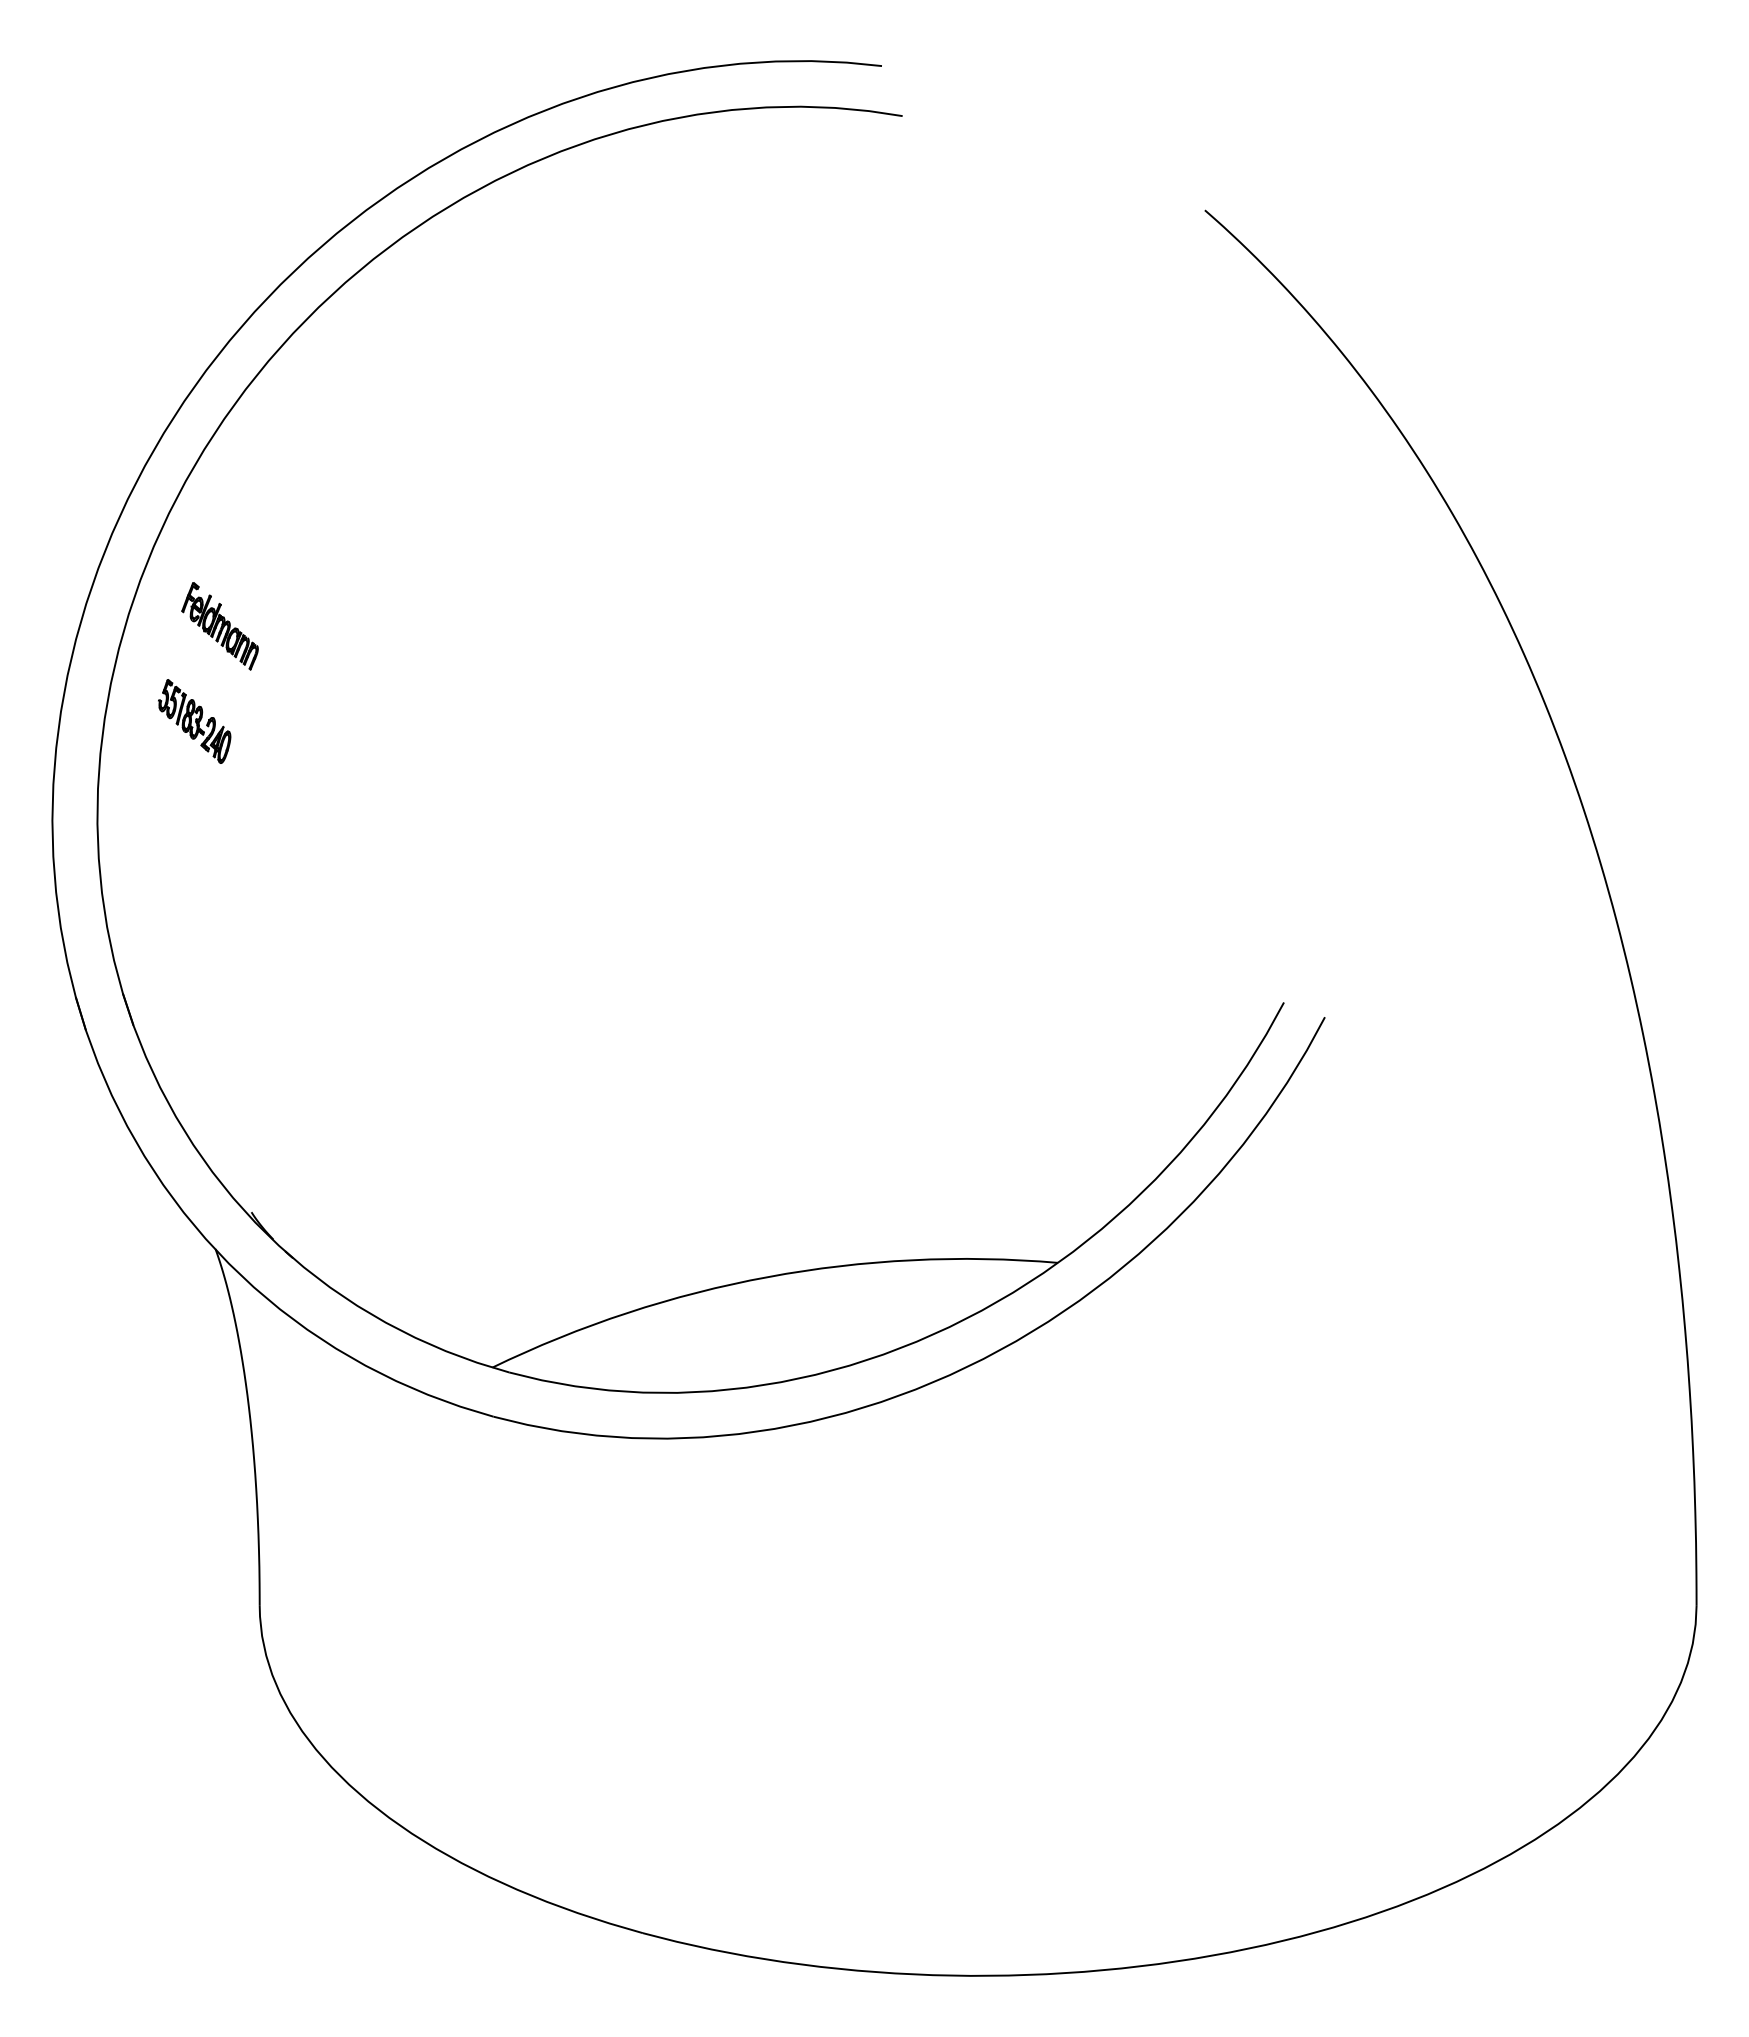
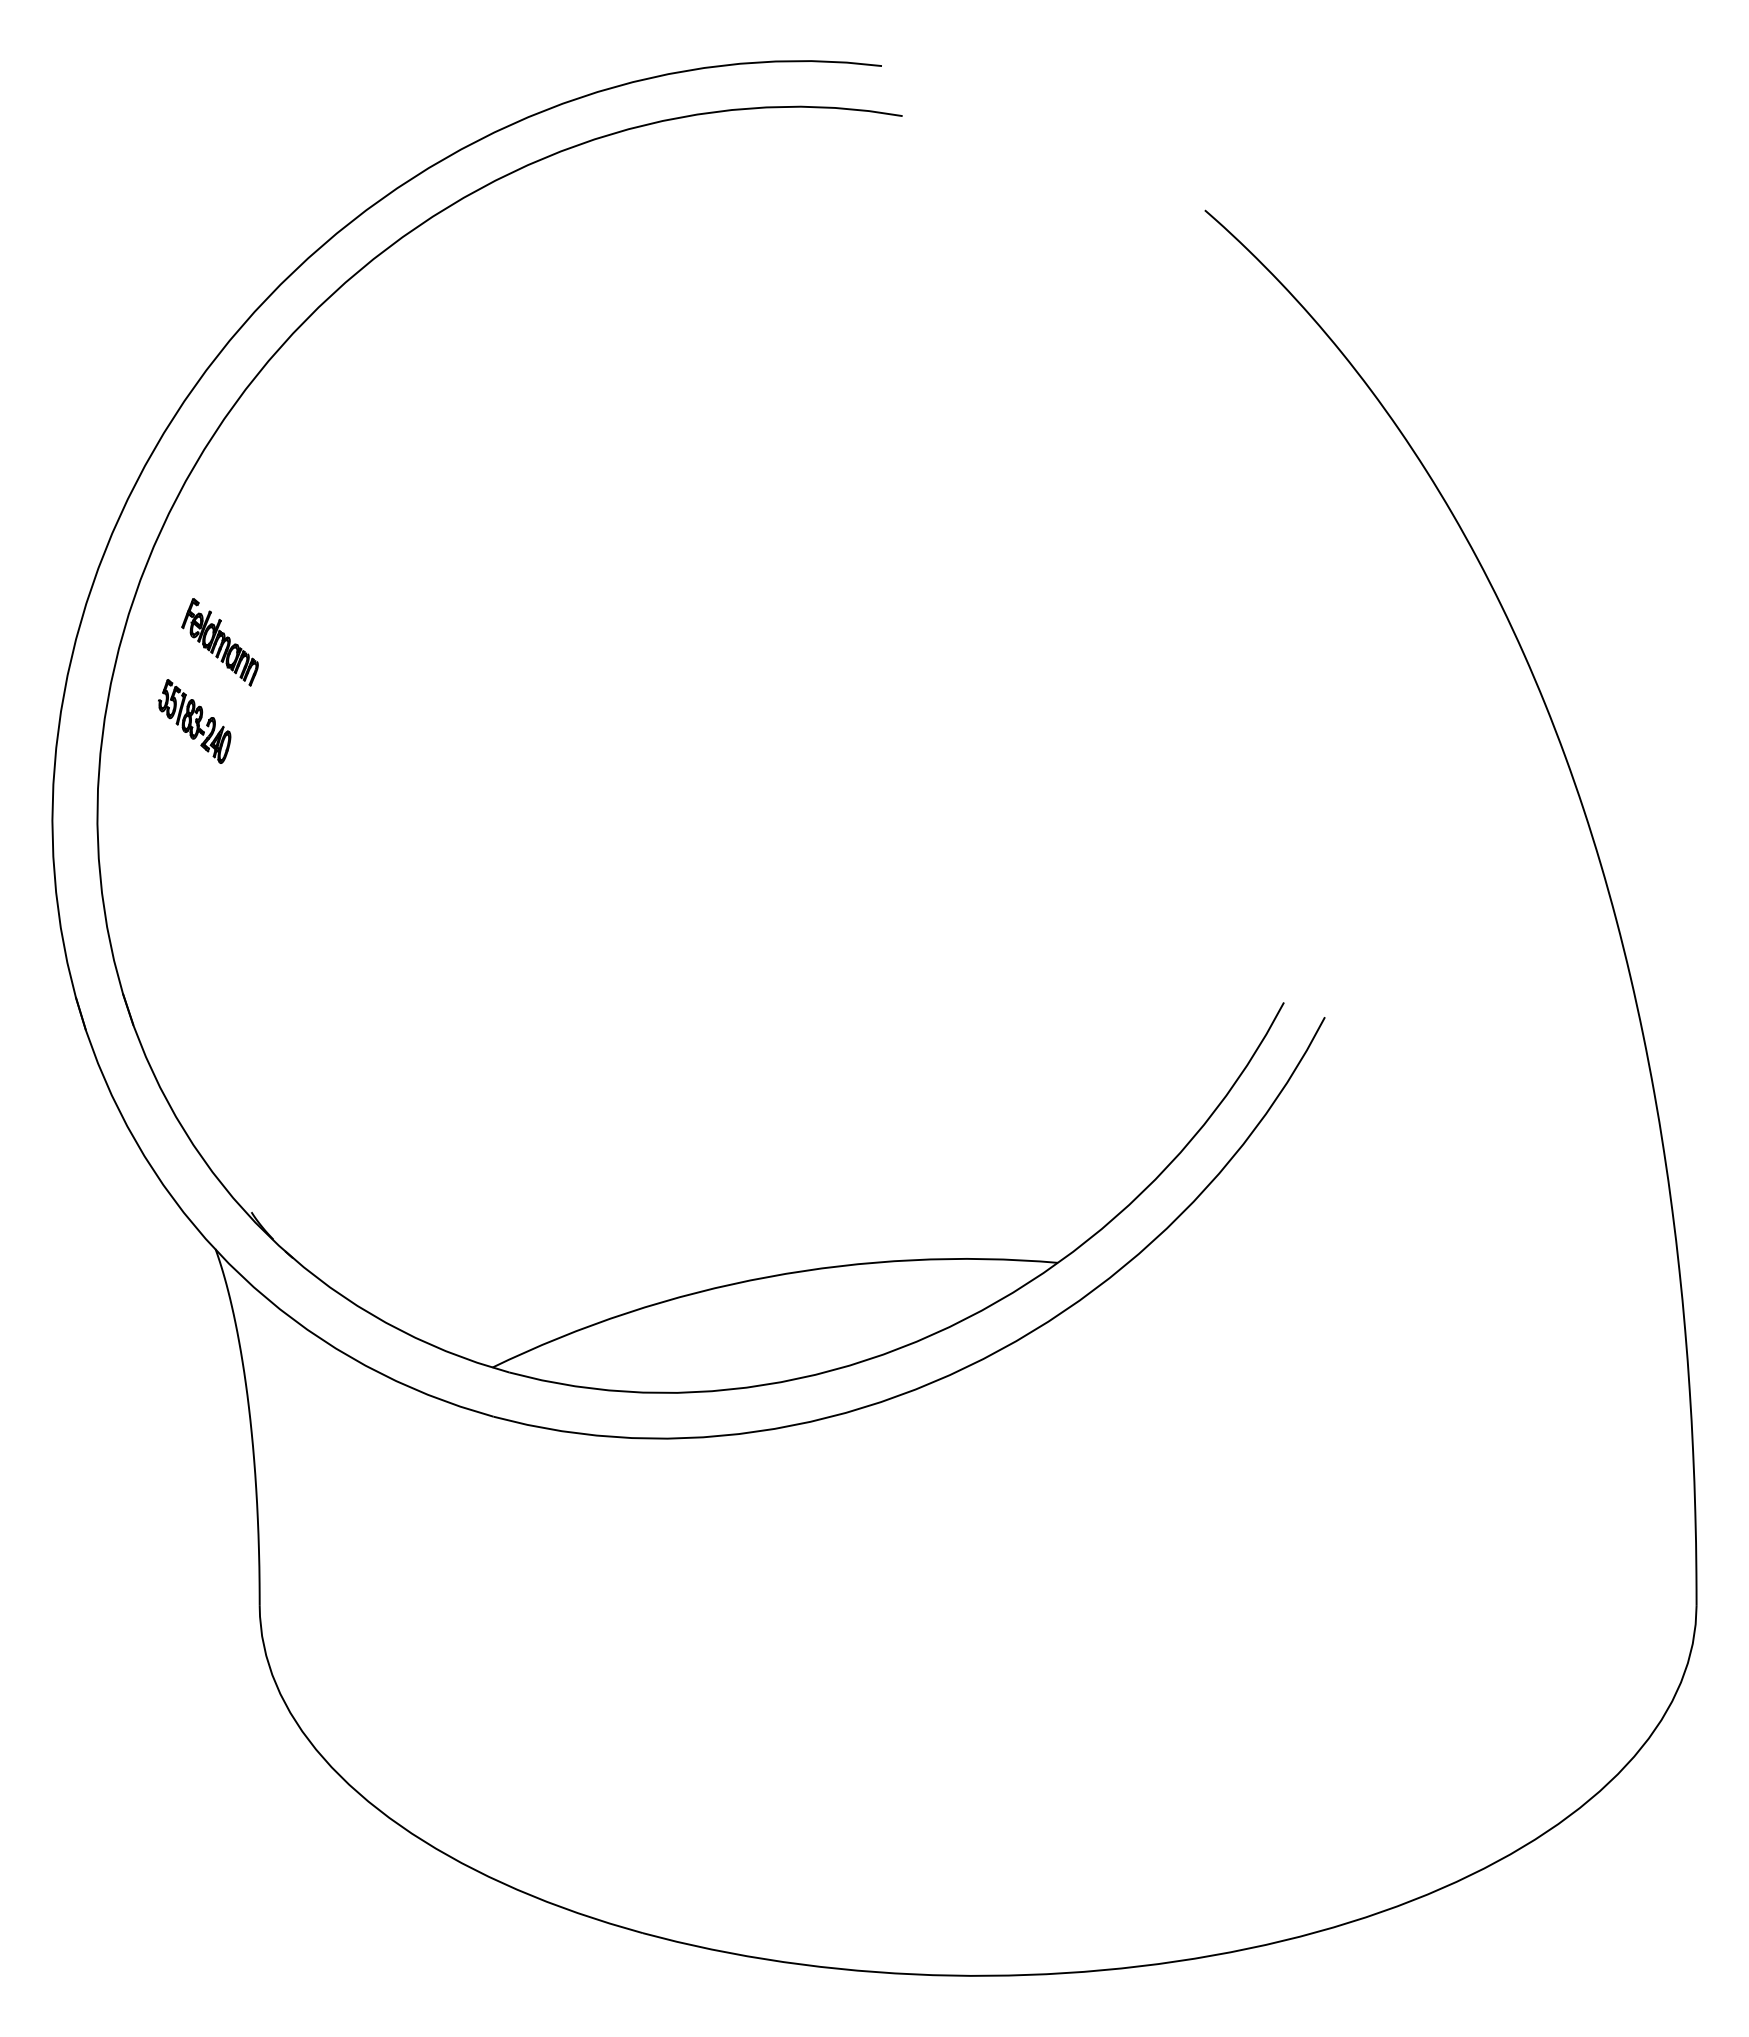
part at (219, 626) position: (219, 626) -> (219, 642)
